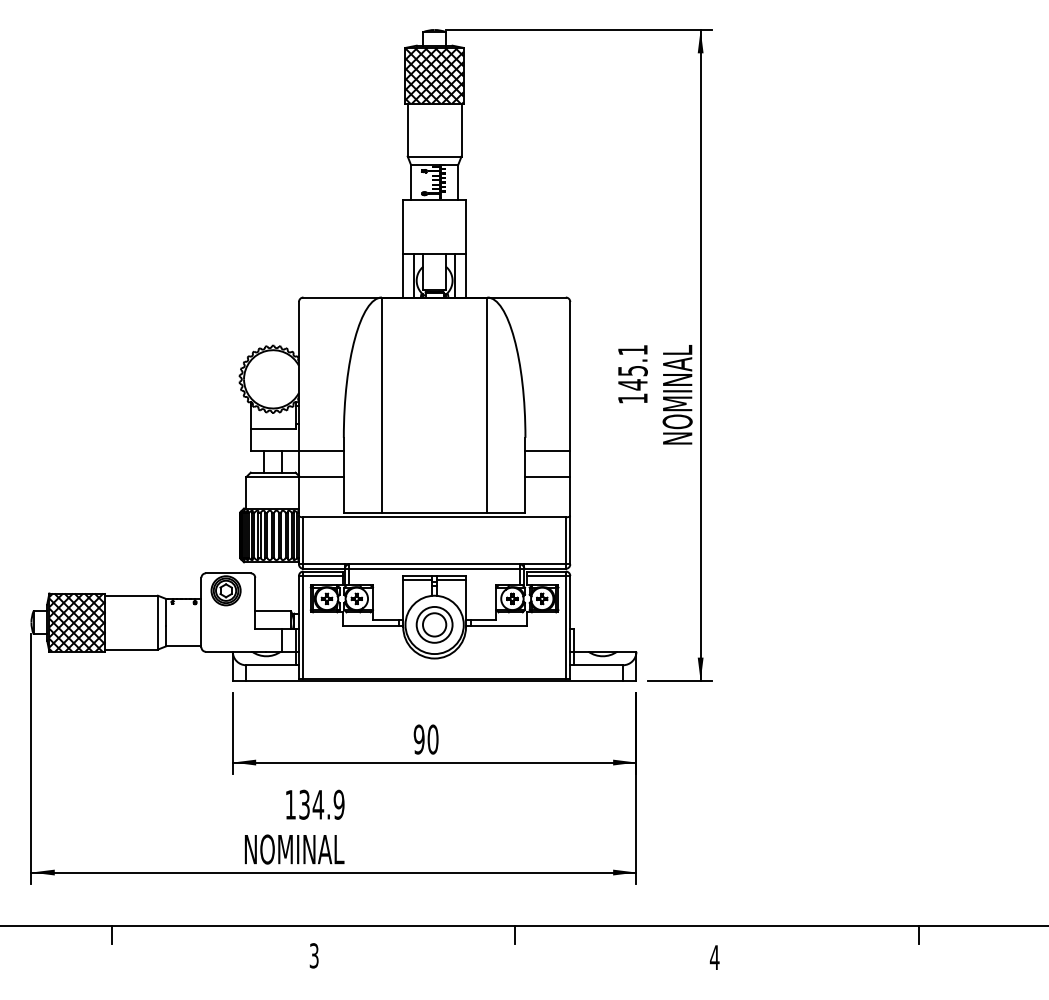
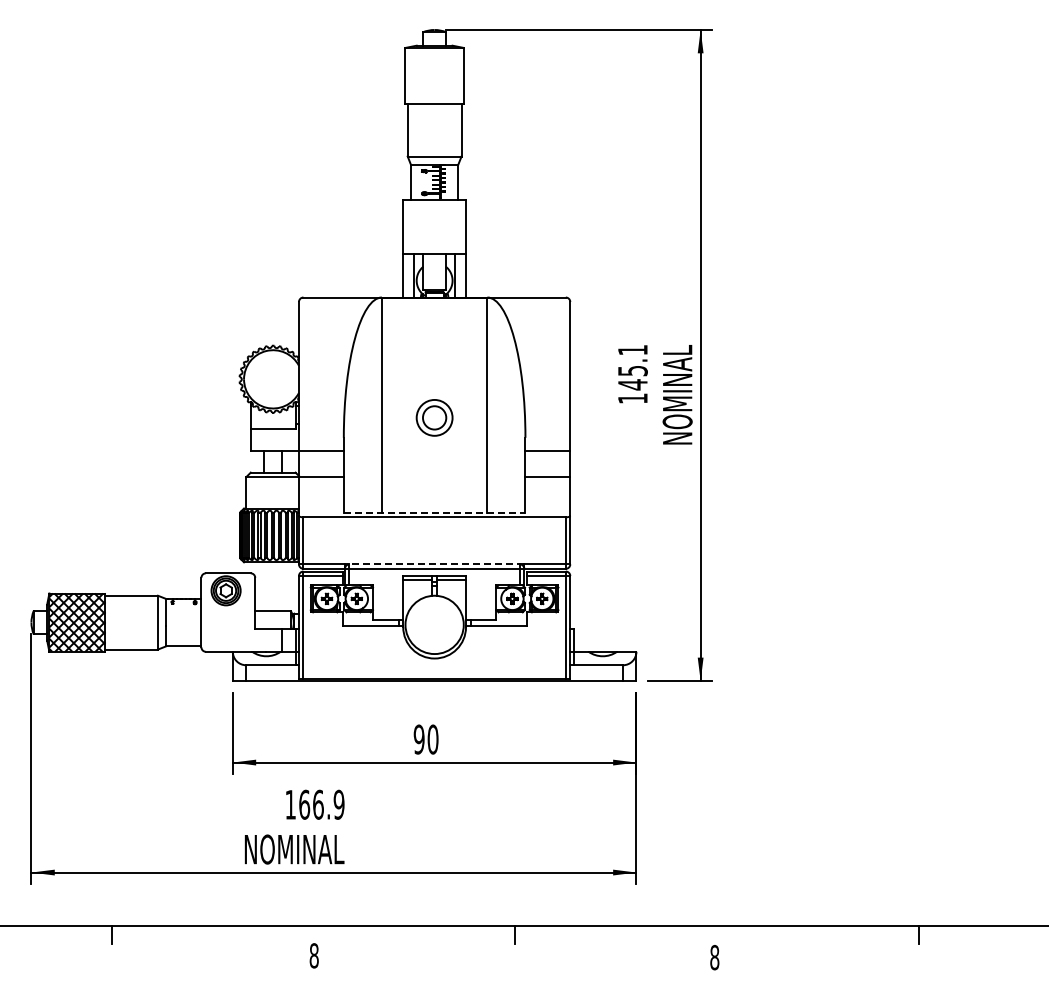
hatch at (434, 75): present -> none
line at (434, 512): solid -> dashed
line at (434, 564): solid -> dashed
part at (434, 624) position: (434, 624) -> (434, 417)
text at (311, 804): 134.9 -> 166.9
text at (313, 955): 3 -> 8
text at (714, 957): 4 -> 8
